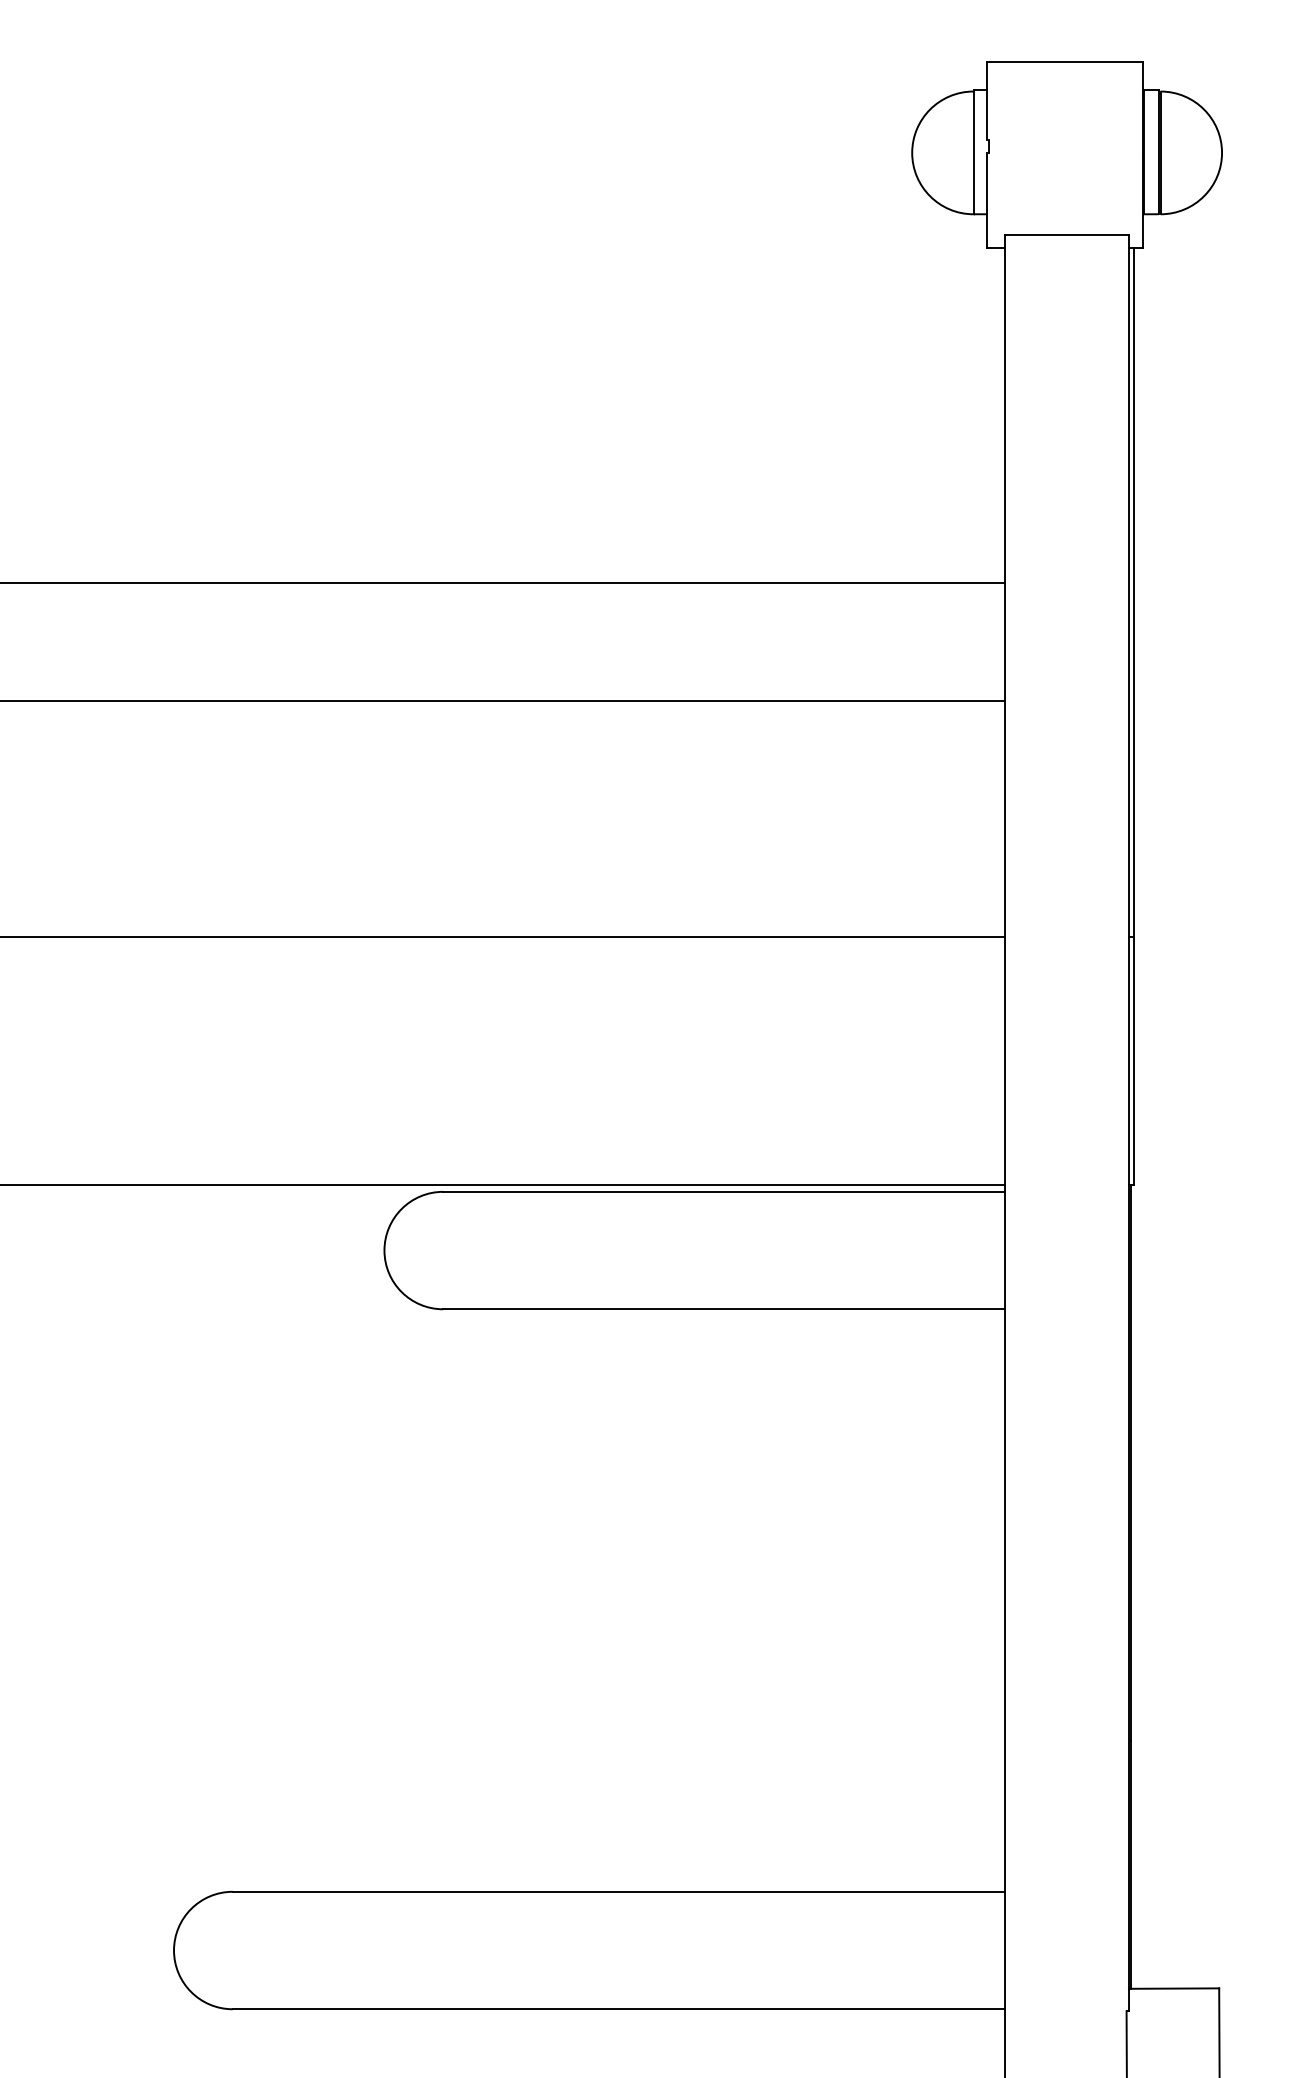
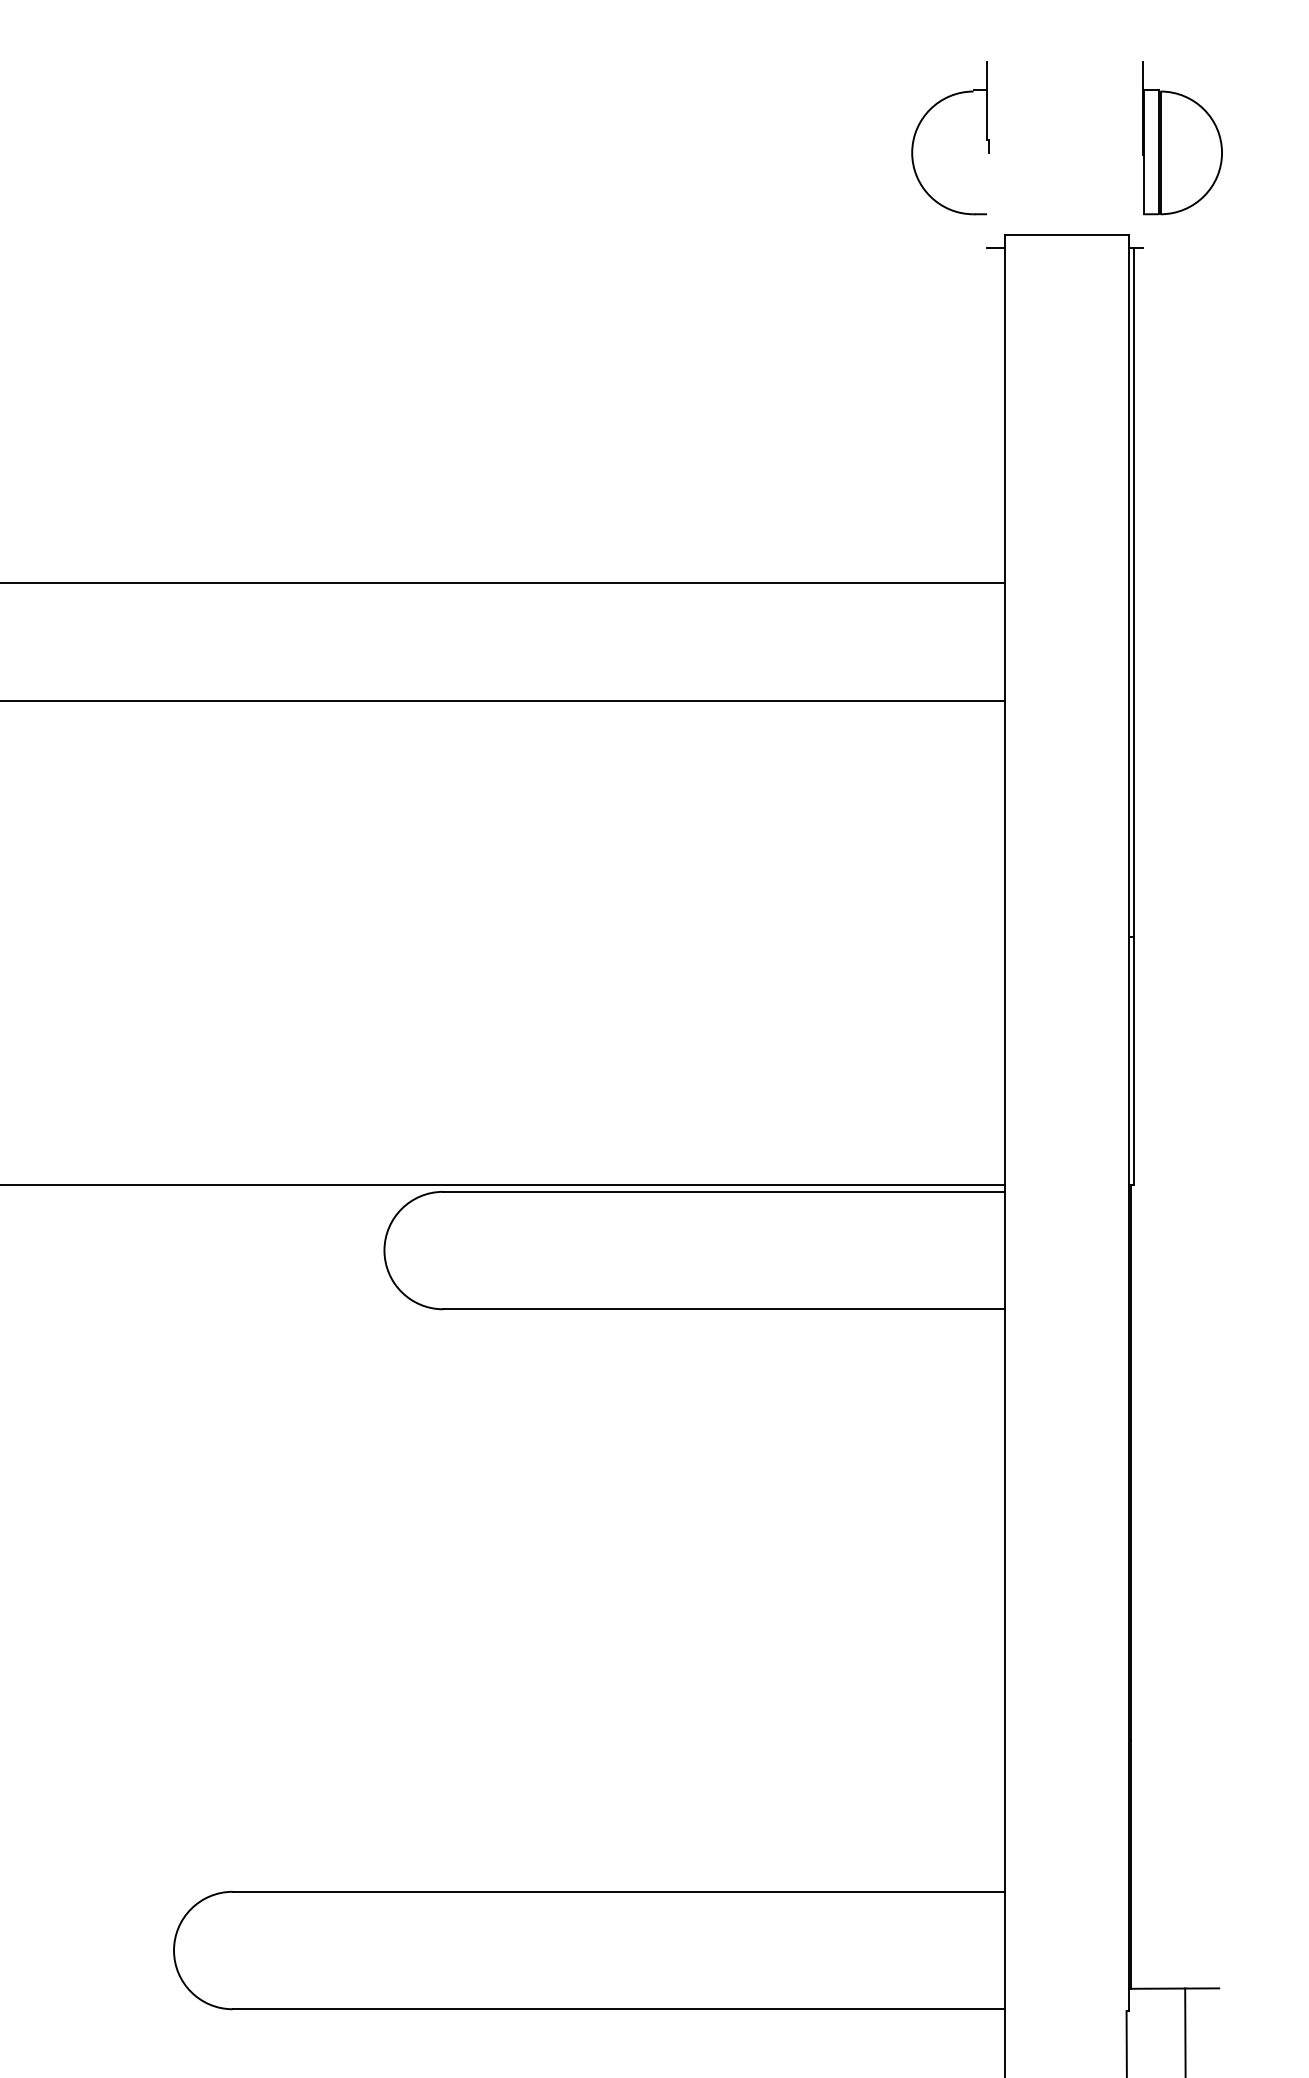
line at (1065, 62): present -> none
line at (973, 151): present -> none
line at (987, 200): present -> none
line at (1143, 200): present -> none
line at (503, 937): present -> none
line at (1219, 2031) position: (1219, 2031) -> (1185, 2031)
